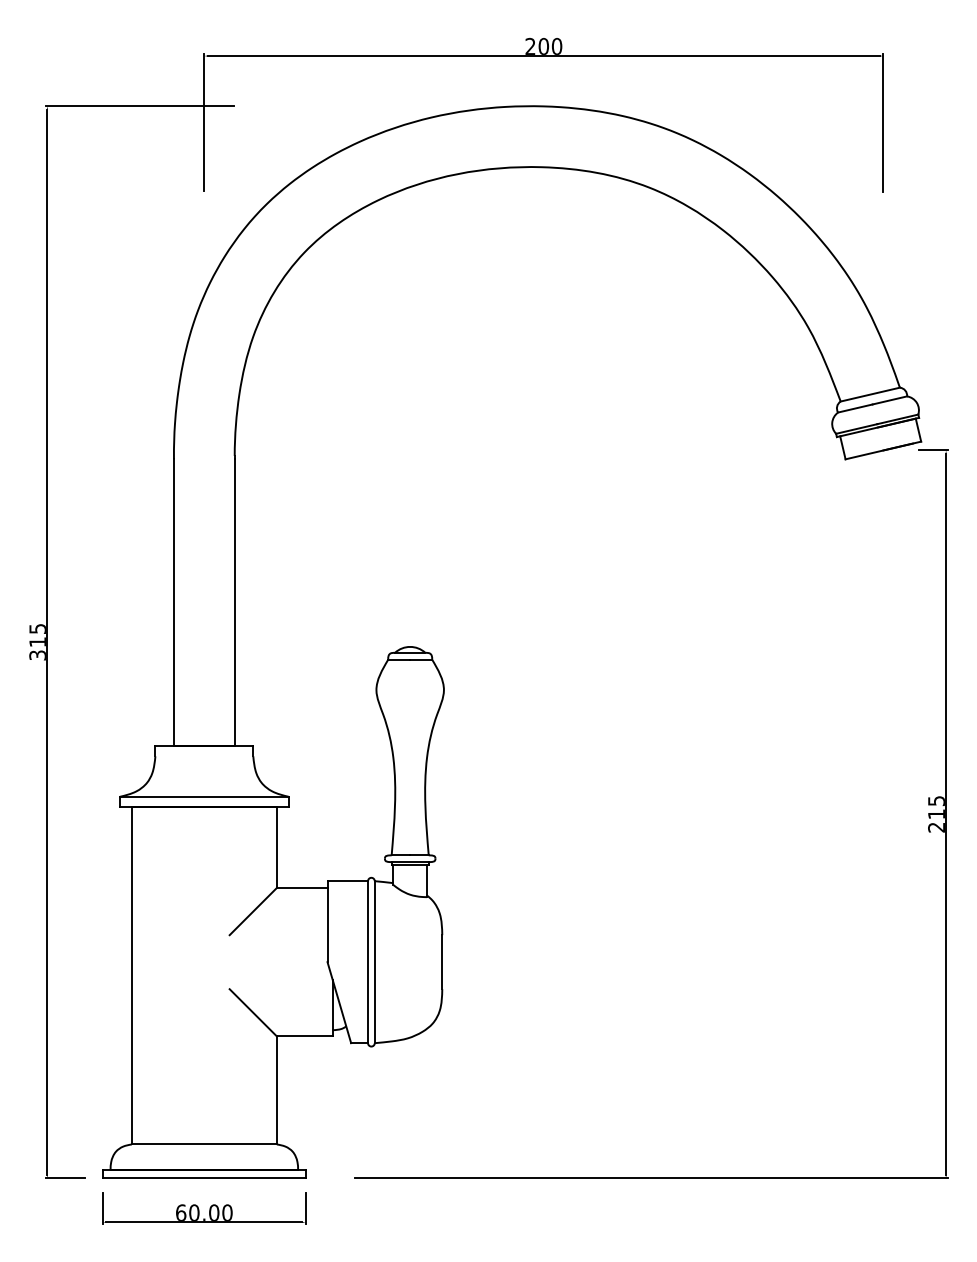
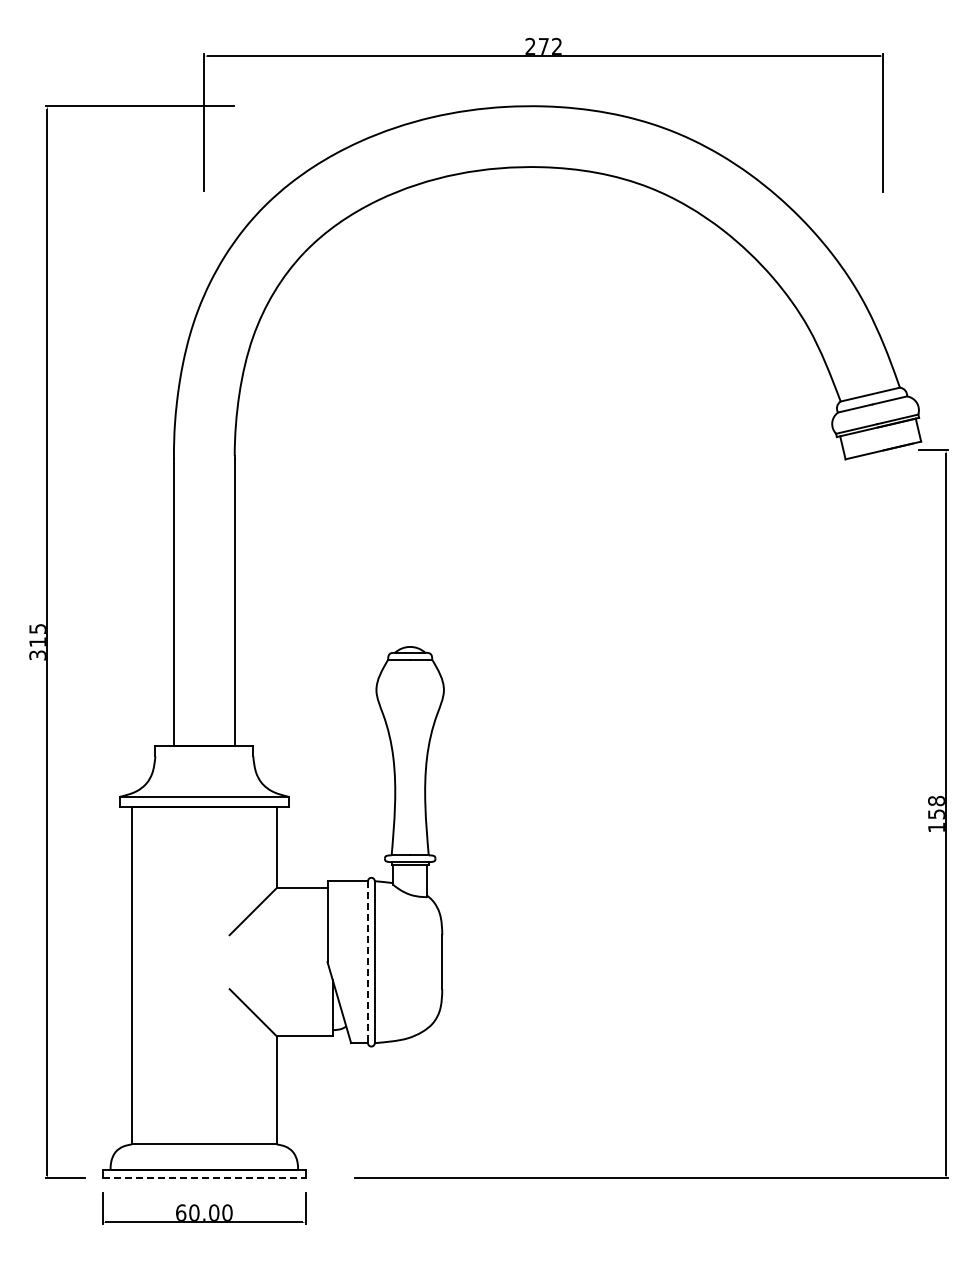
text at (550, 45): 200 -> 272
text at (936, 813): 215 -> 158
line at (368, 962): solid -> dashed
line at (204, 1178): solid -> dashed
